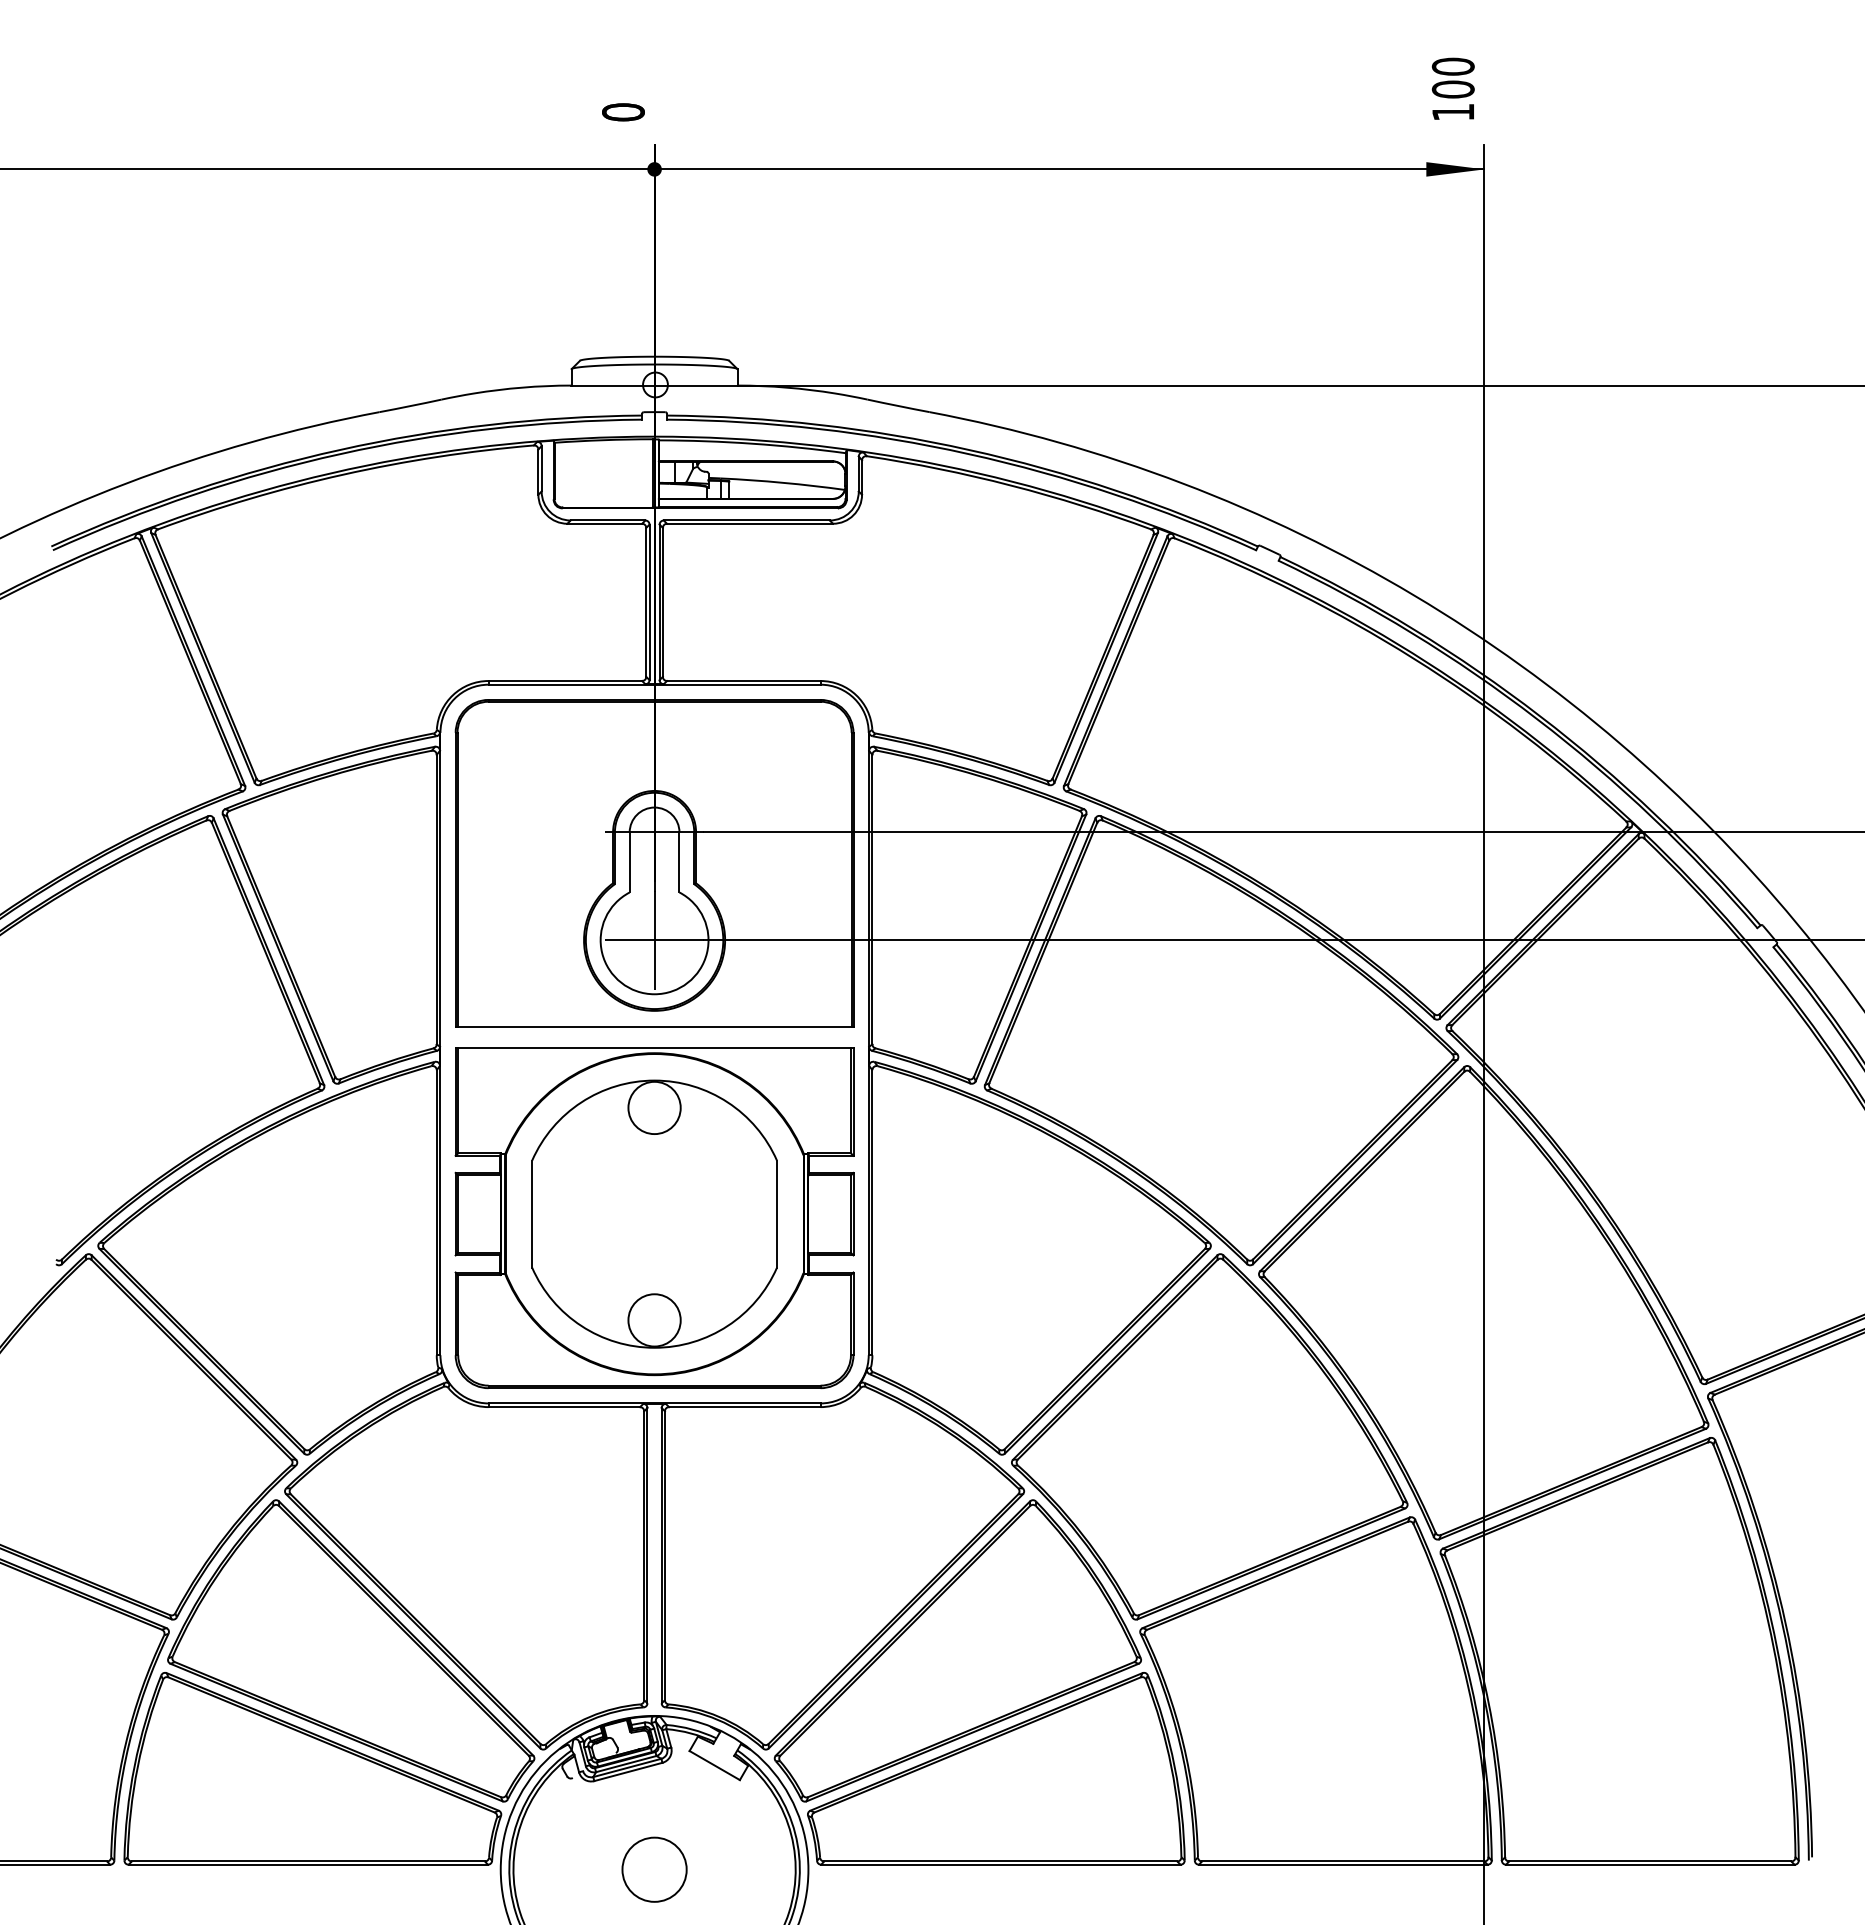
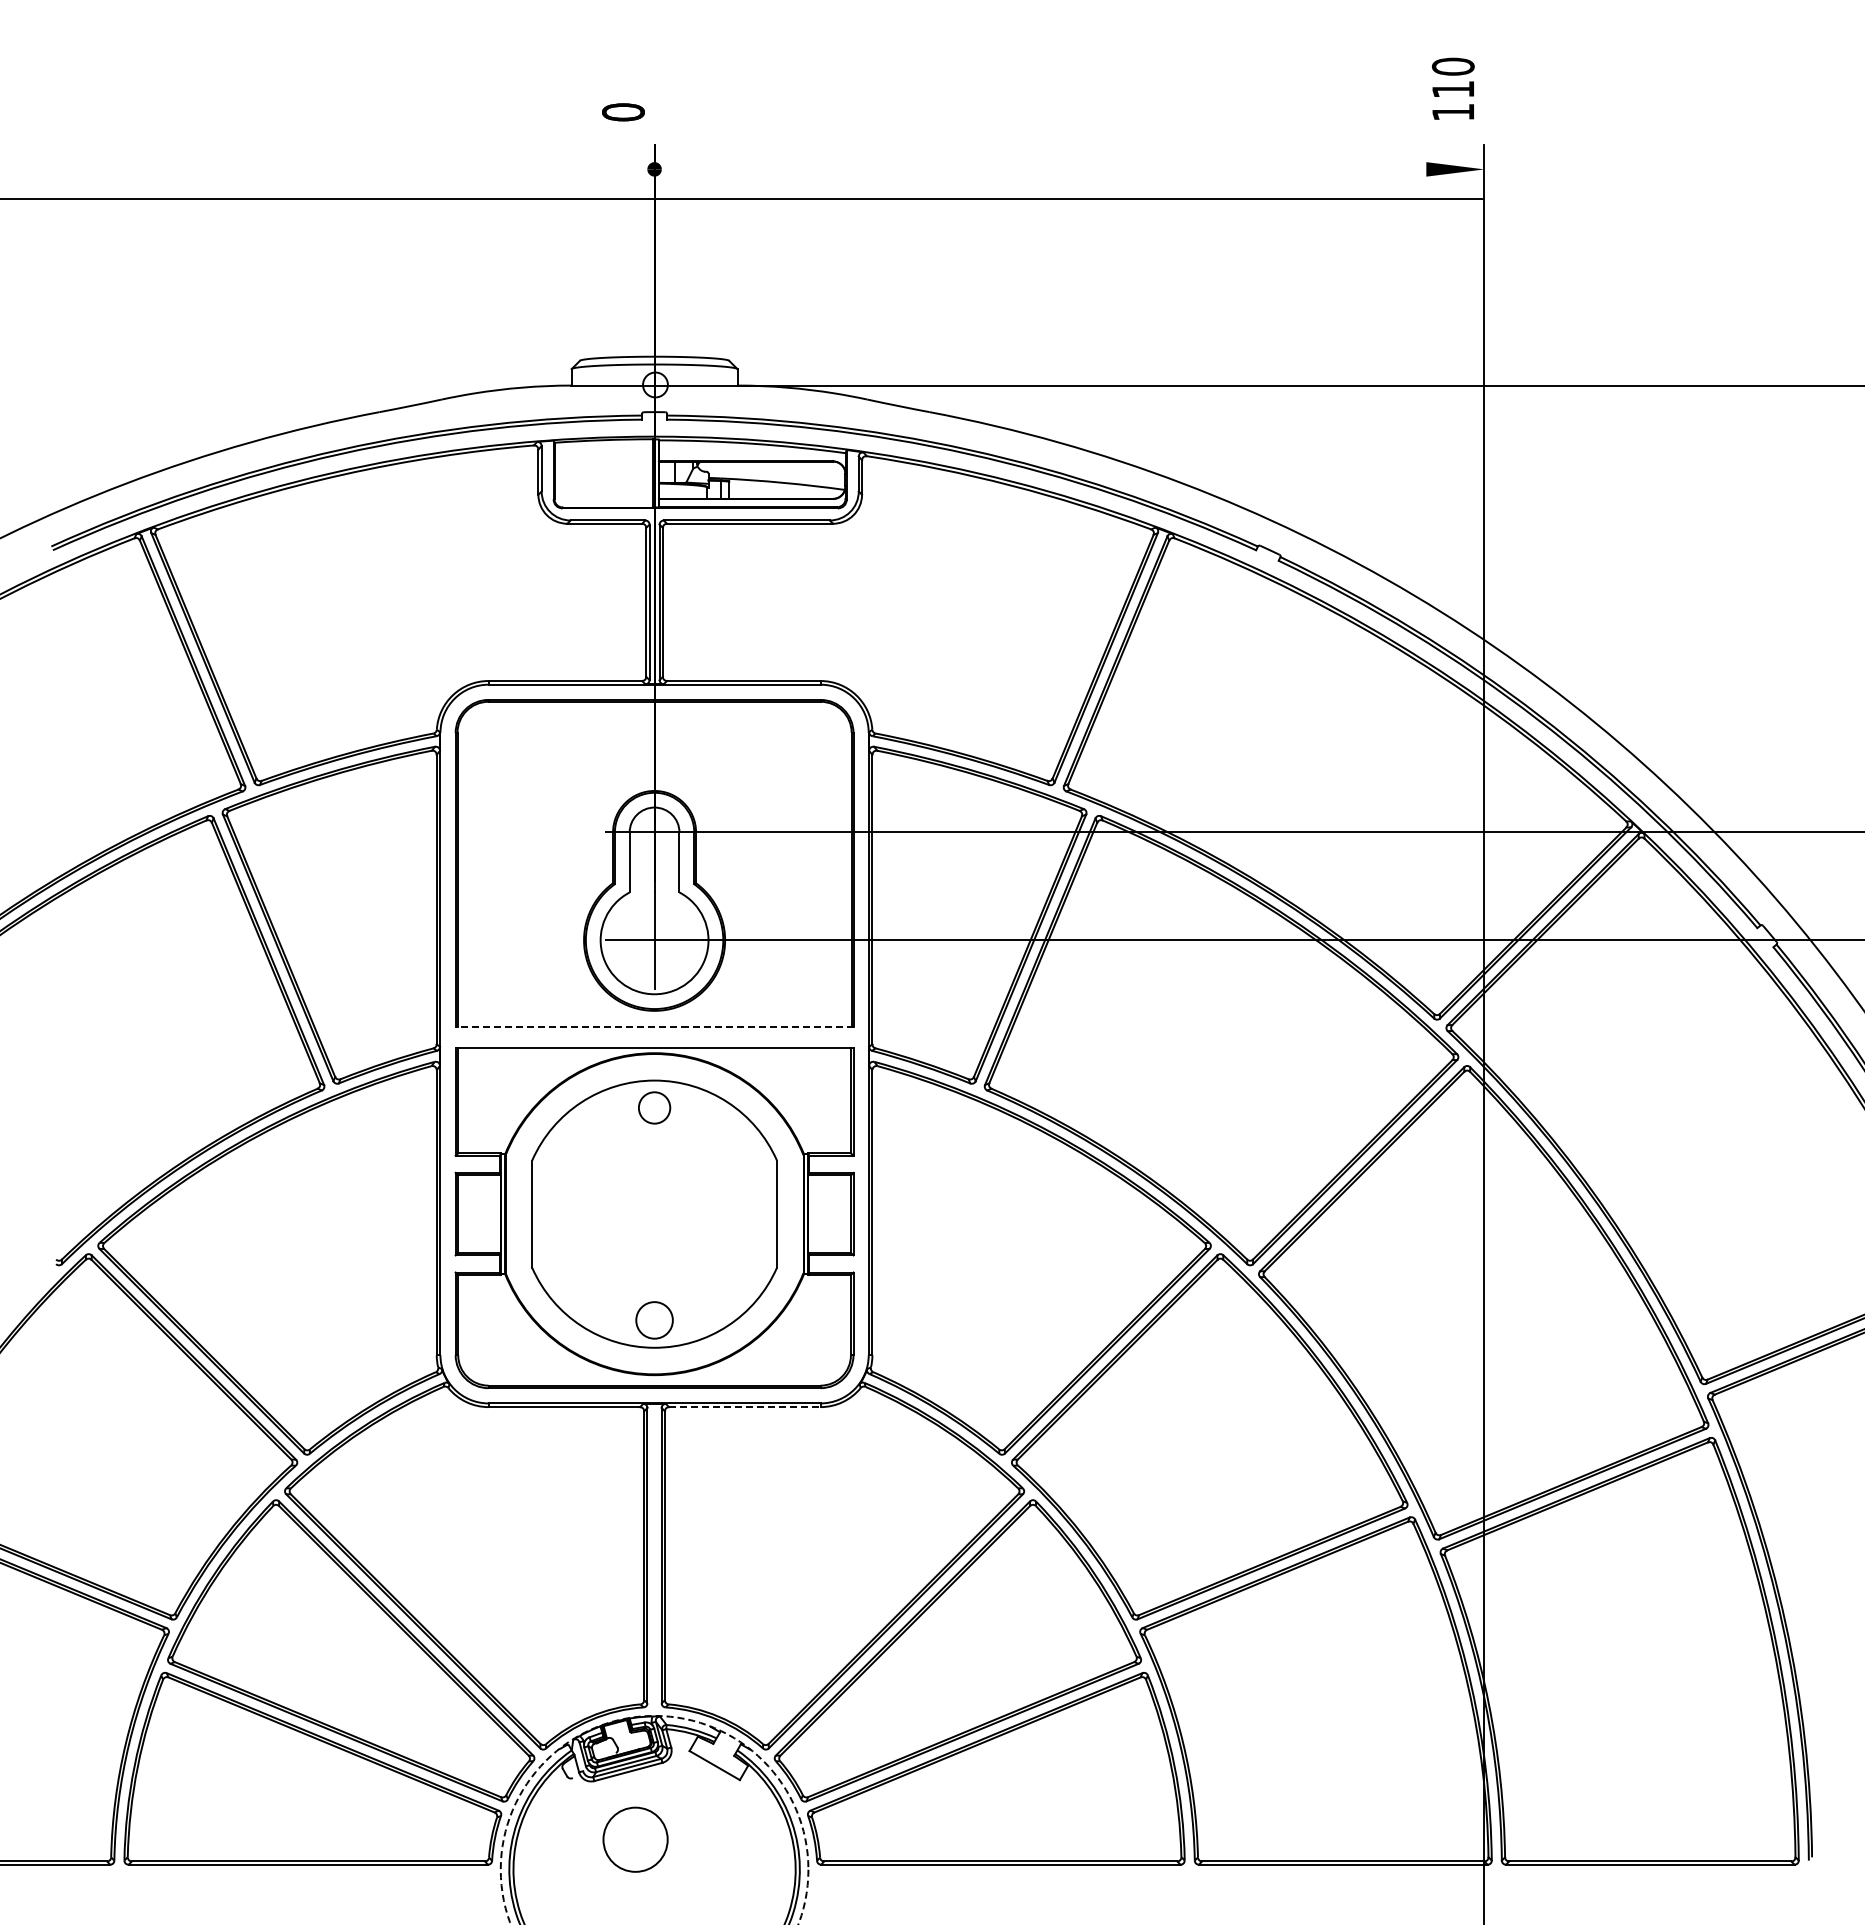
text at (1452, 89): 100 -> 110
line at (743, 169) position: (743, 169) -> (743, 199)
line at (654, 1027): solid -> dashed
circle at (654, 1107) diameter: 52 px -> 31 px
circle at (654, 1320) diameter: 52 px -> 37 px
line at (744, 1407): solid -> dashed
circle at (654, 1819): solid -> dashed
circle at (654, 1869) position: (654, 1869) -> (635, 1839)
